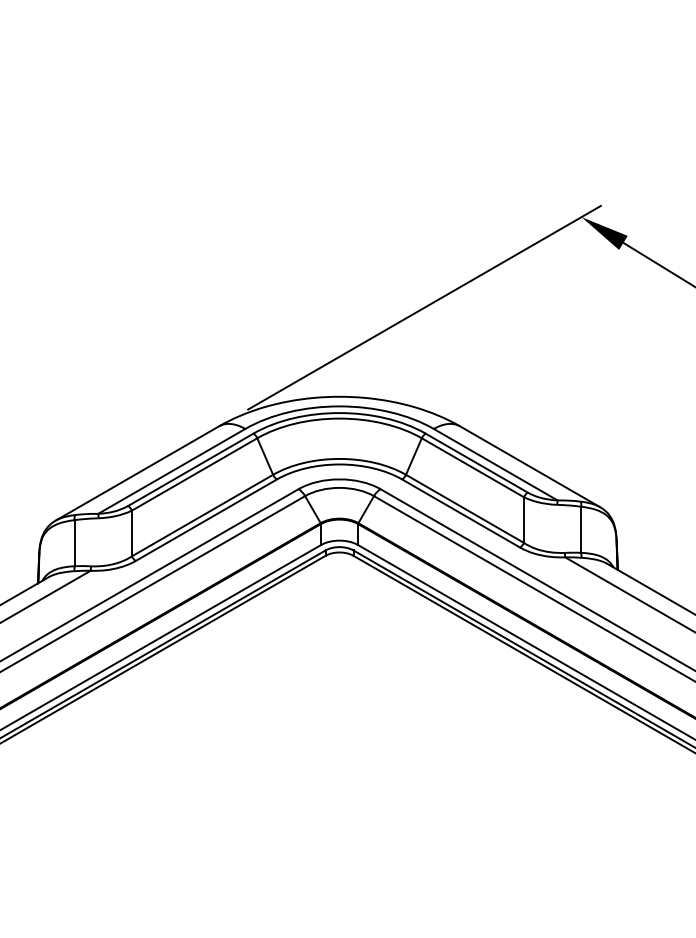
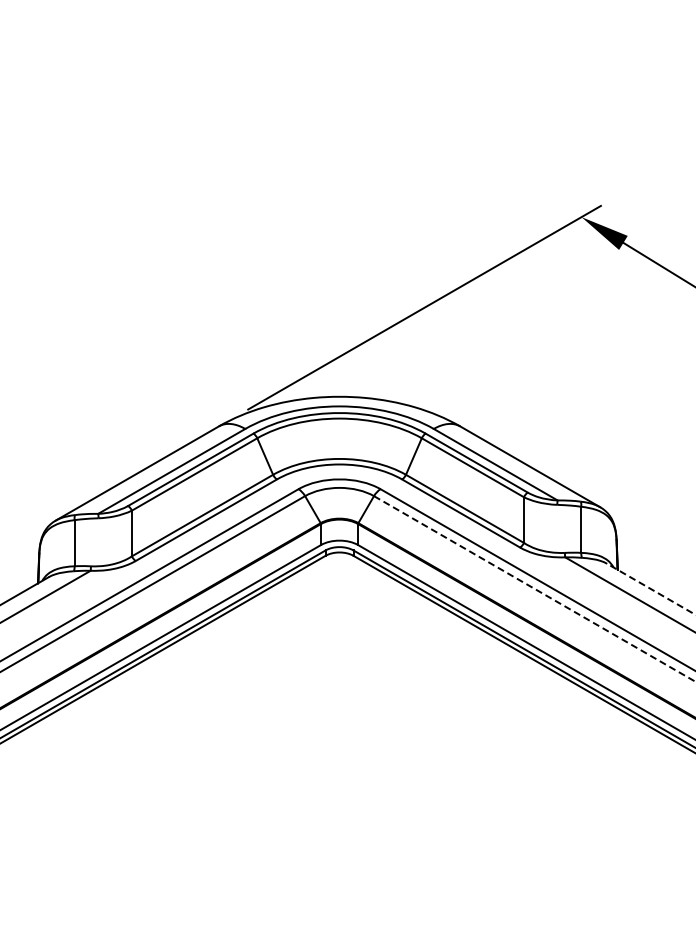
line at (534, 589): solid -> dashed
line at (651, 589): solid -> dashed
